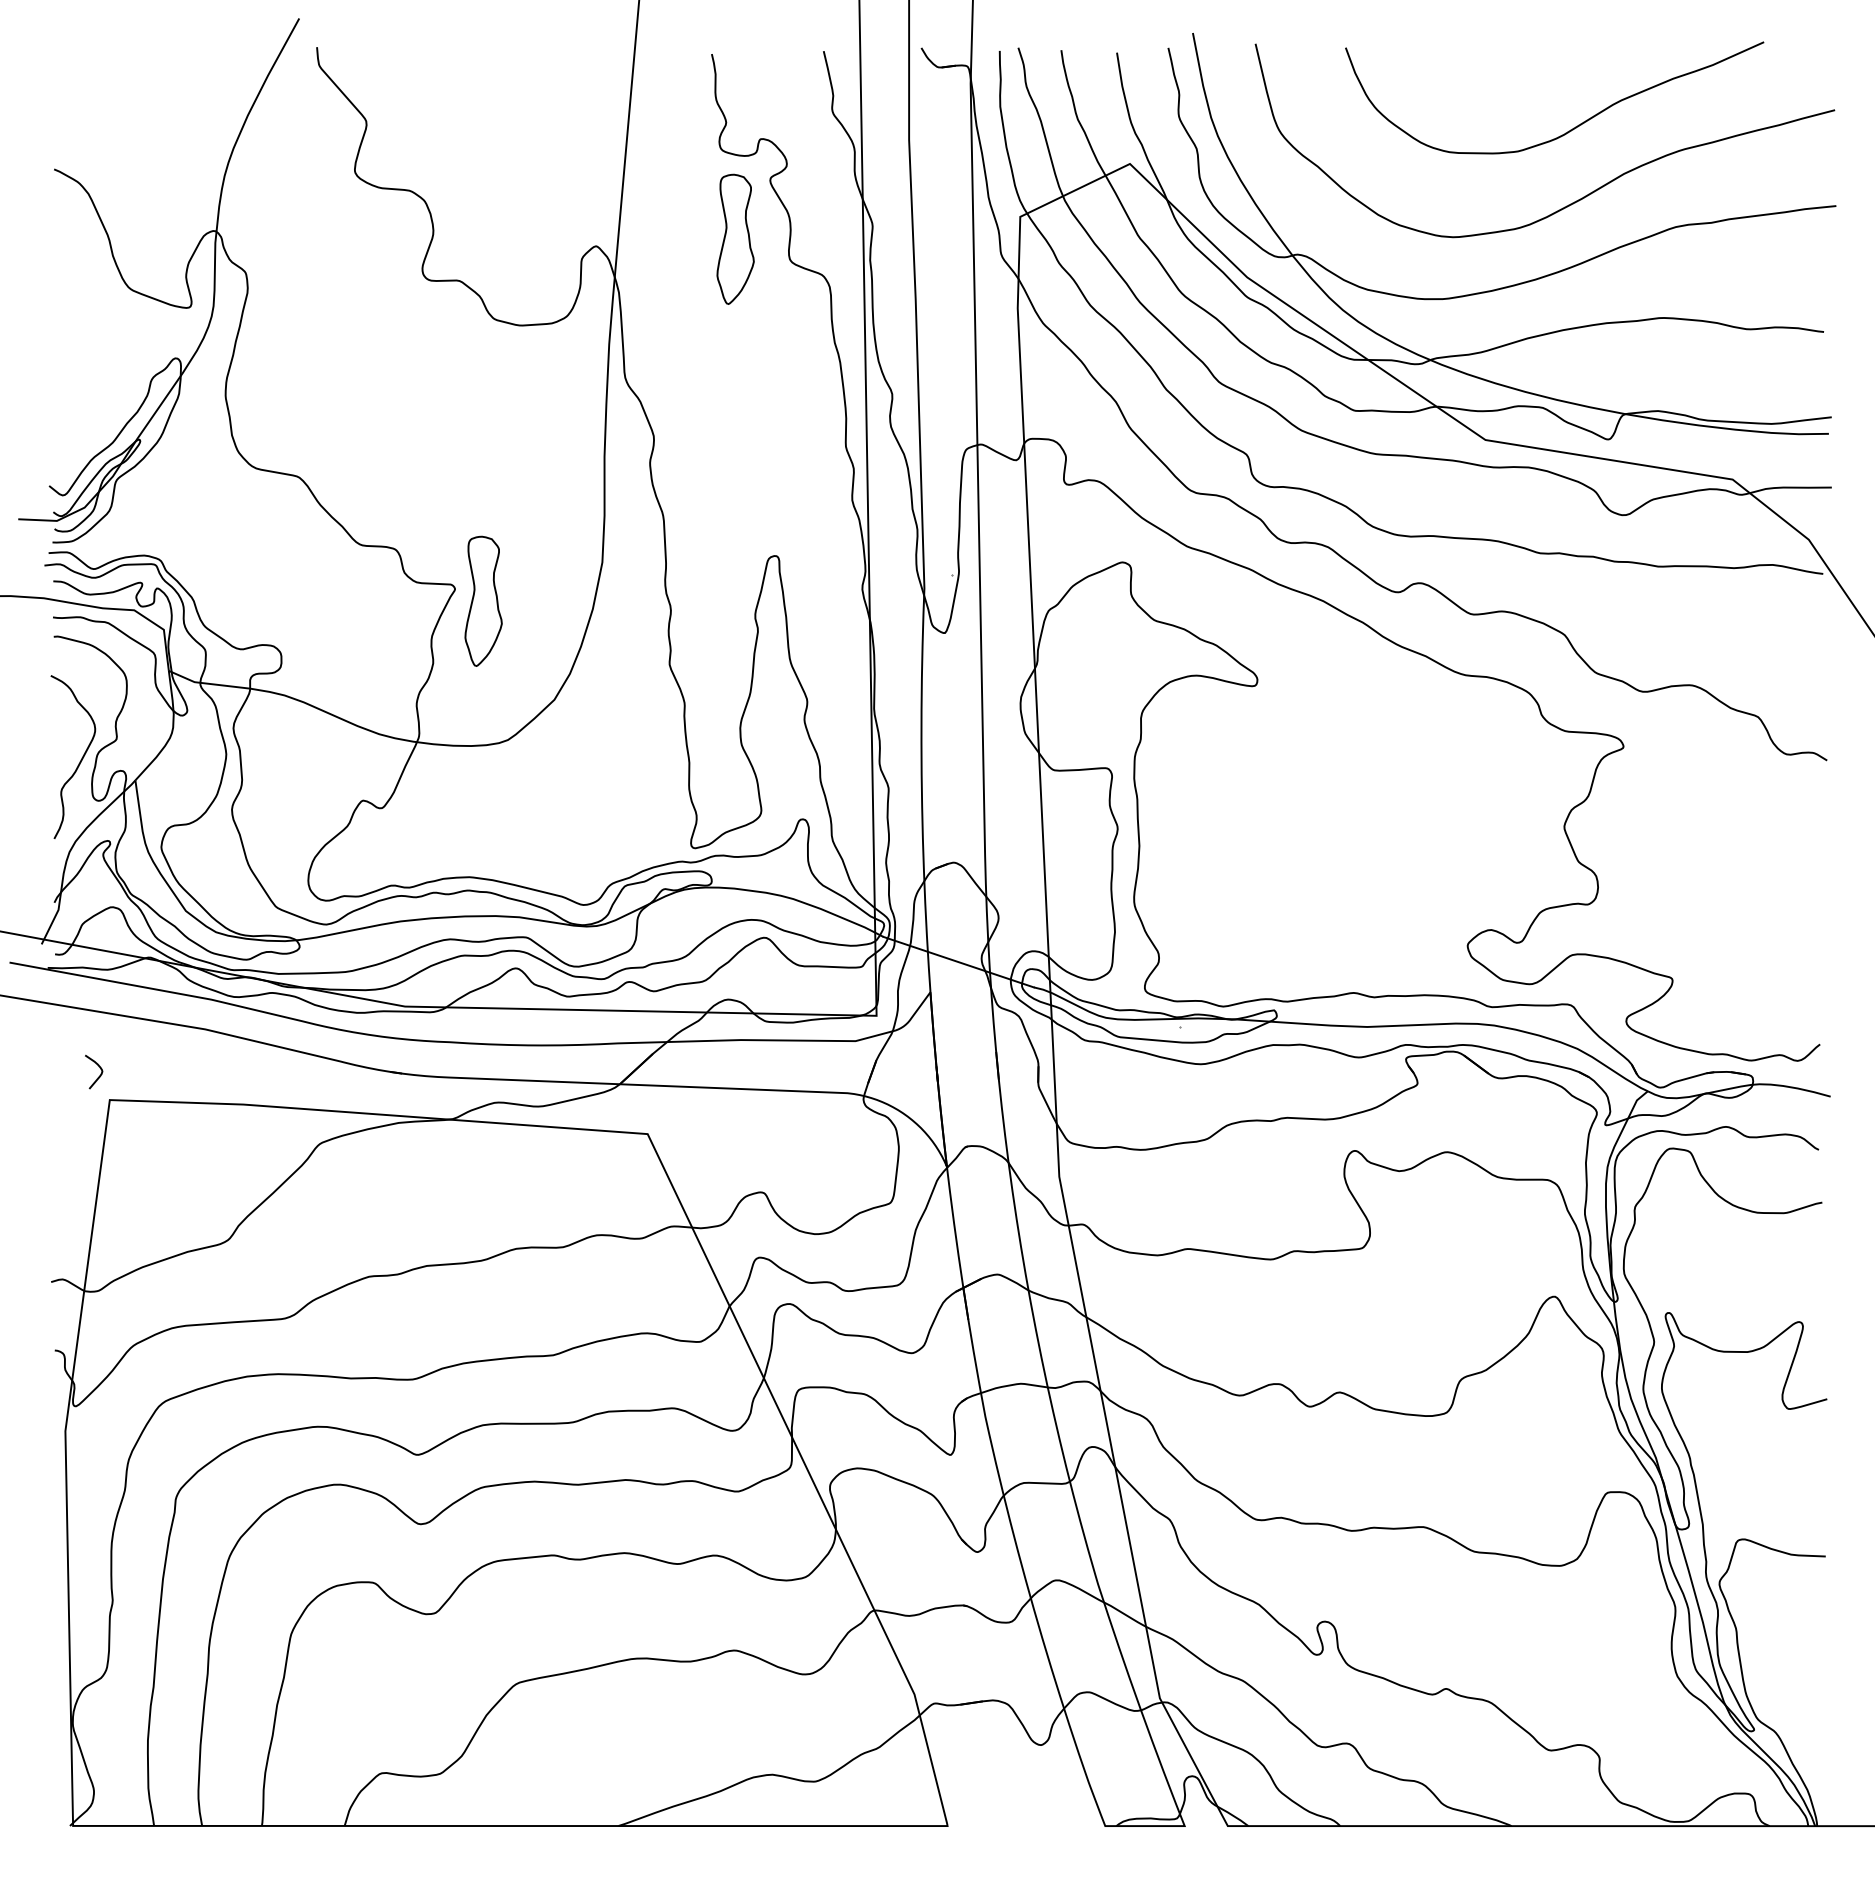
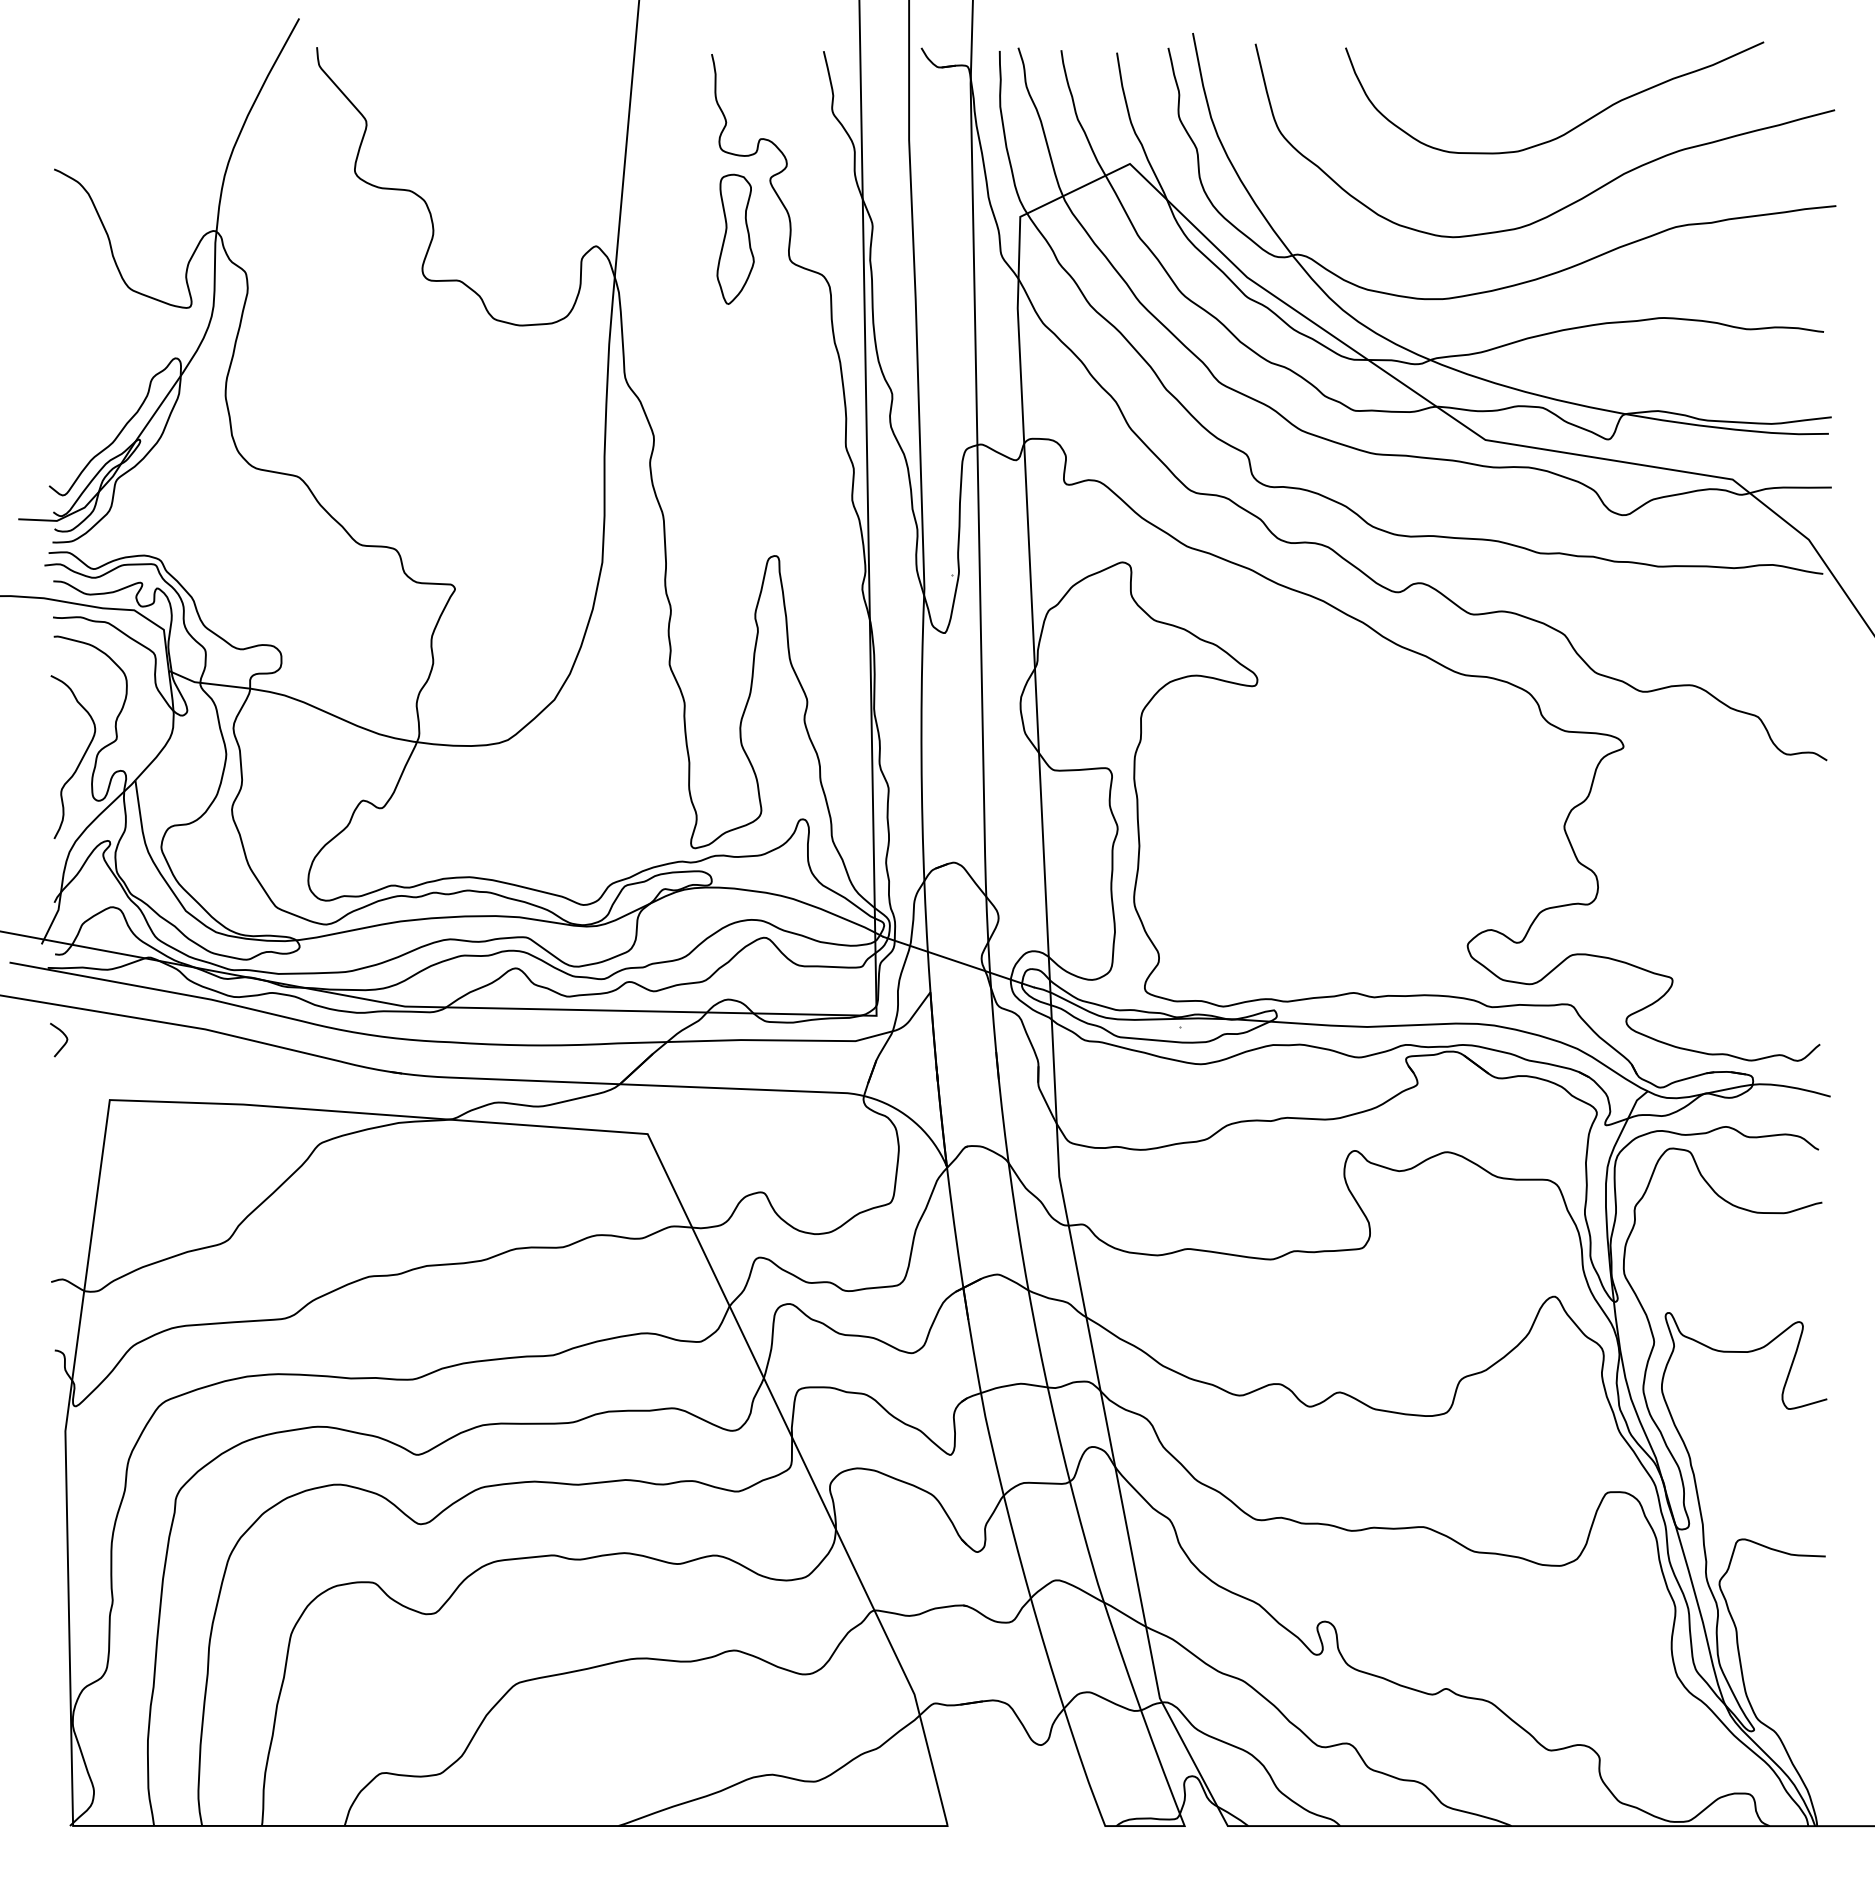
part at (483, 600): present -> none
curve at (99, 1068) position: (99, 1068) -> (64, 1036)
